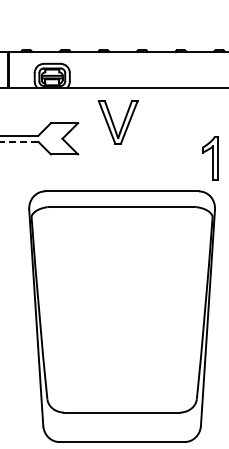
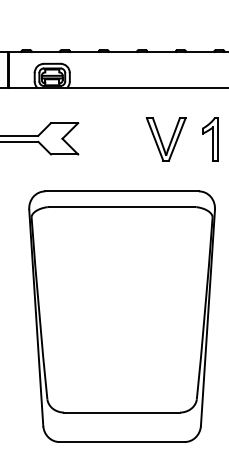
part at (117, 122) position: (117, 122) -> (165, 139)
line at (19, 141): dashed -> solid
part at (210, 158) position: (210, 158) -> (210, 139)
